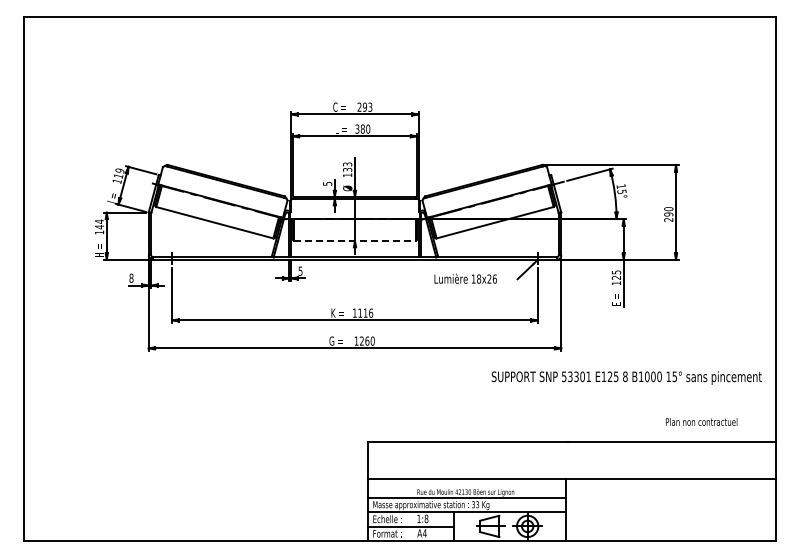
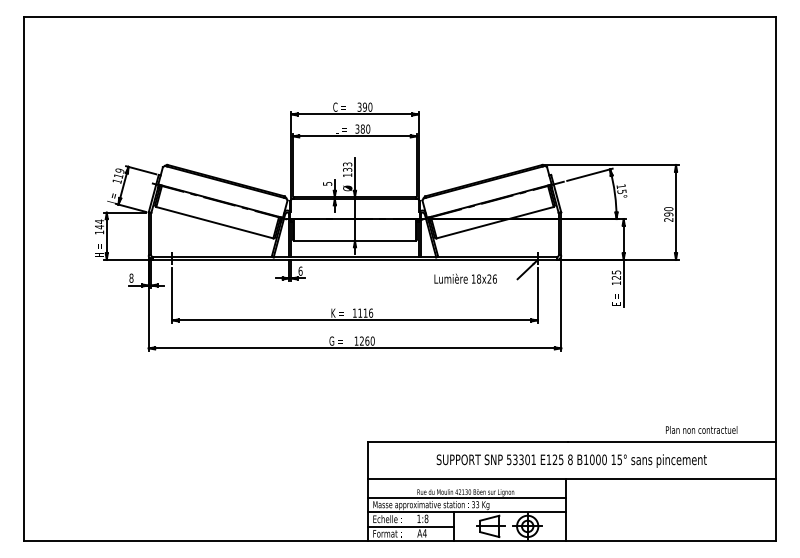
text at (364, 106): 293 -> 390
line at (355, 240): dashed -> solid
text at (300, 270): 5 -> 6
text at (626, 377) position: (626, 377) -> (571, 460)
text at (701, 421) position: (701, 421) -> (701, 429)
